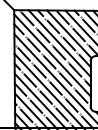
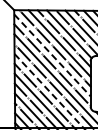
line at (52, 55): solid -> dashed
line at (50, 91): solid -> dashed
